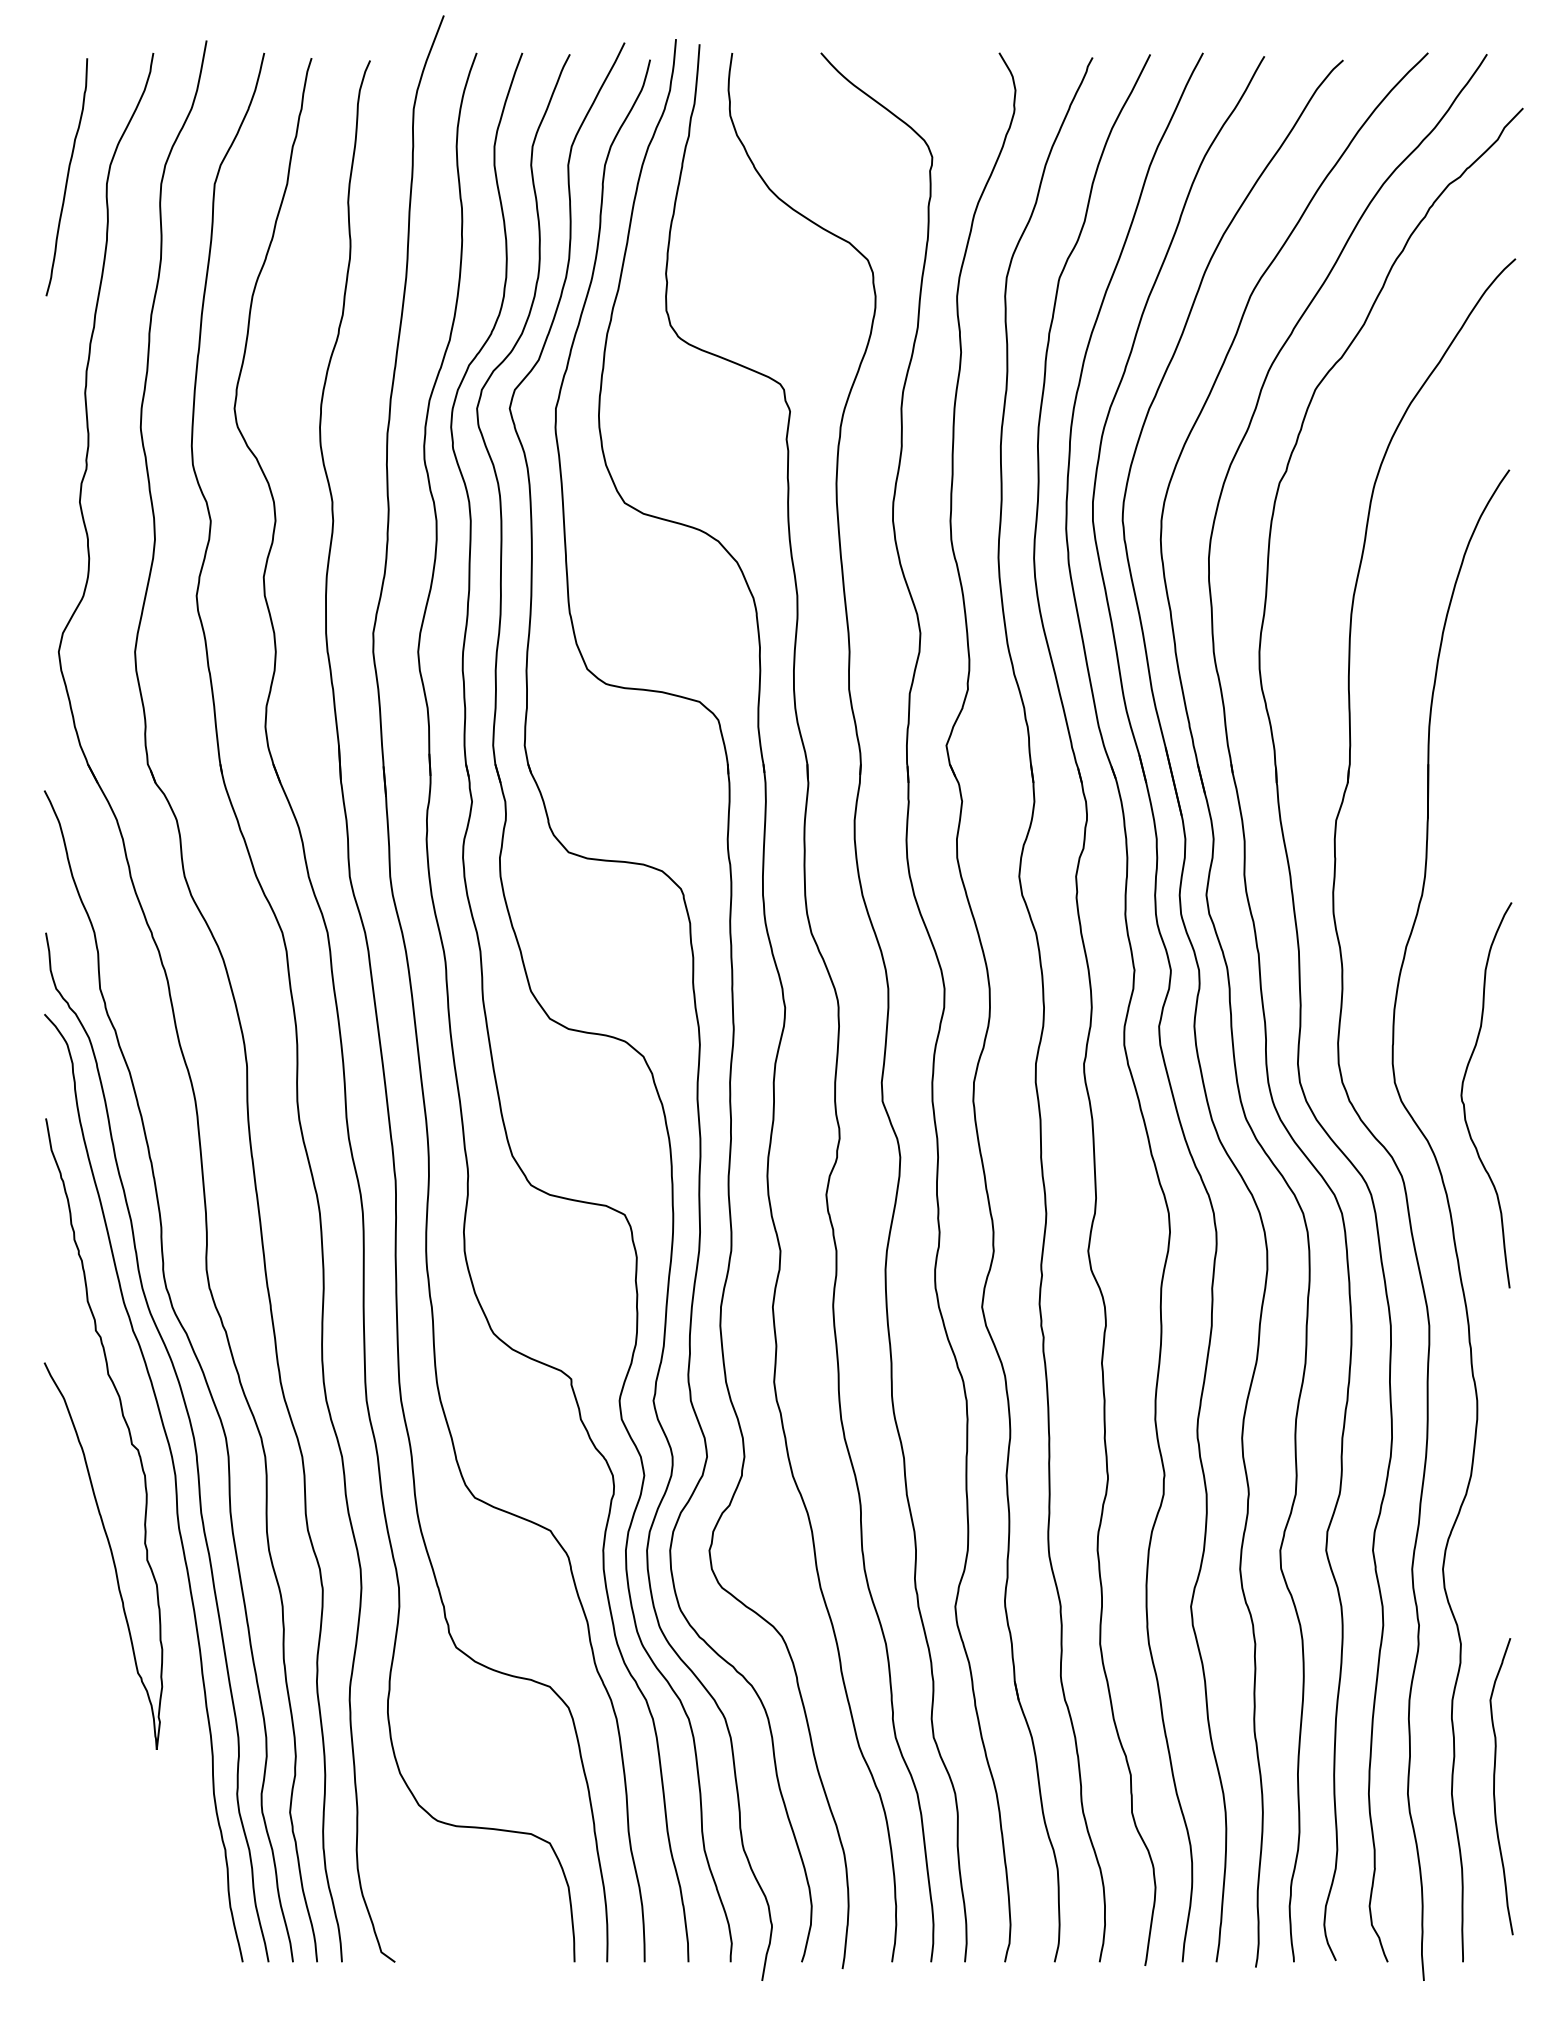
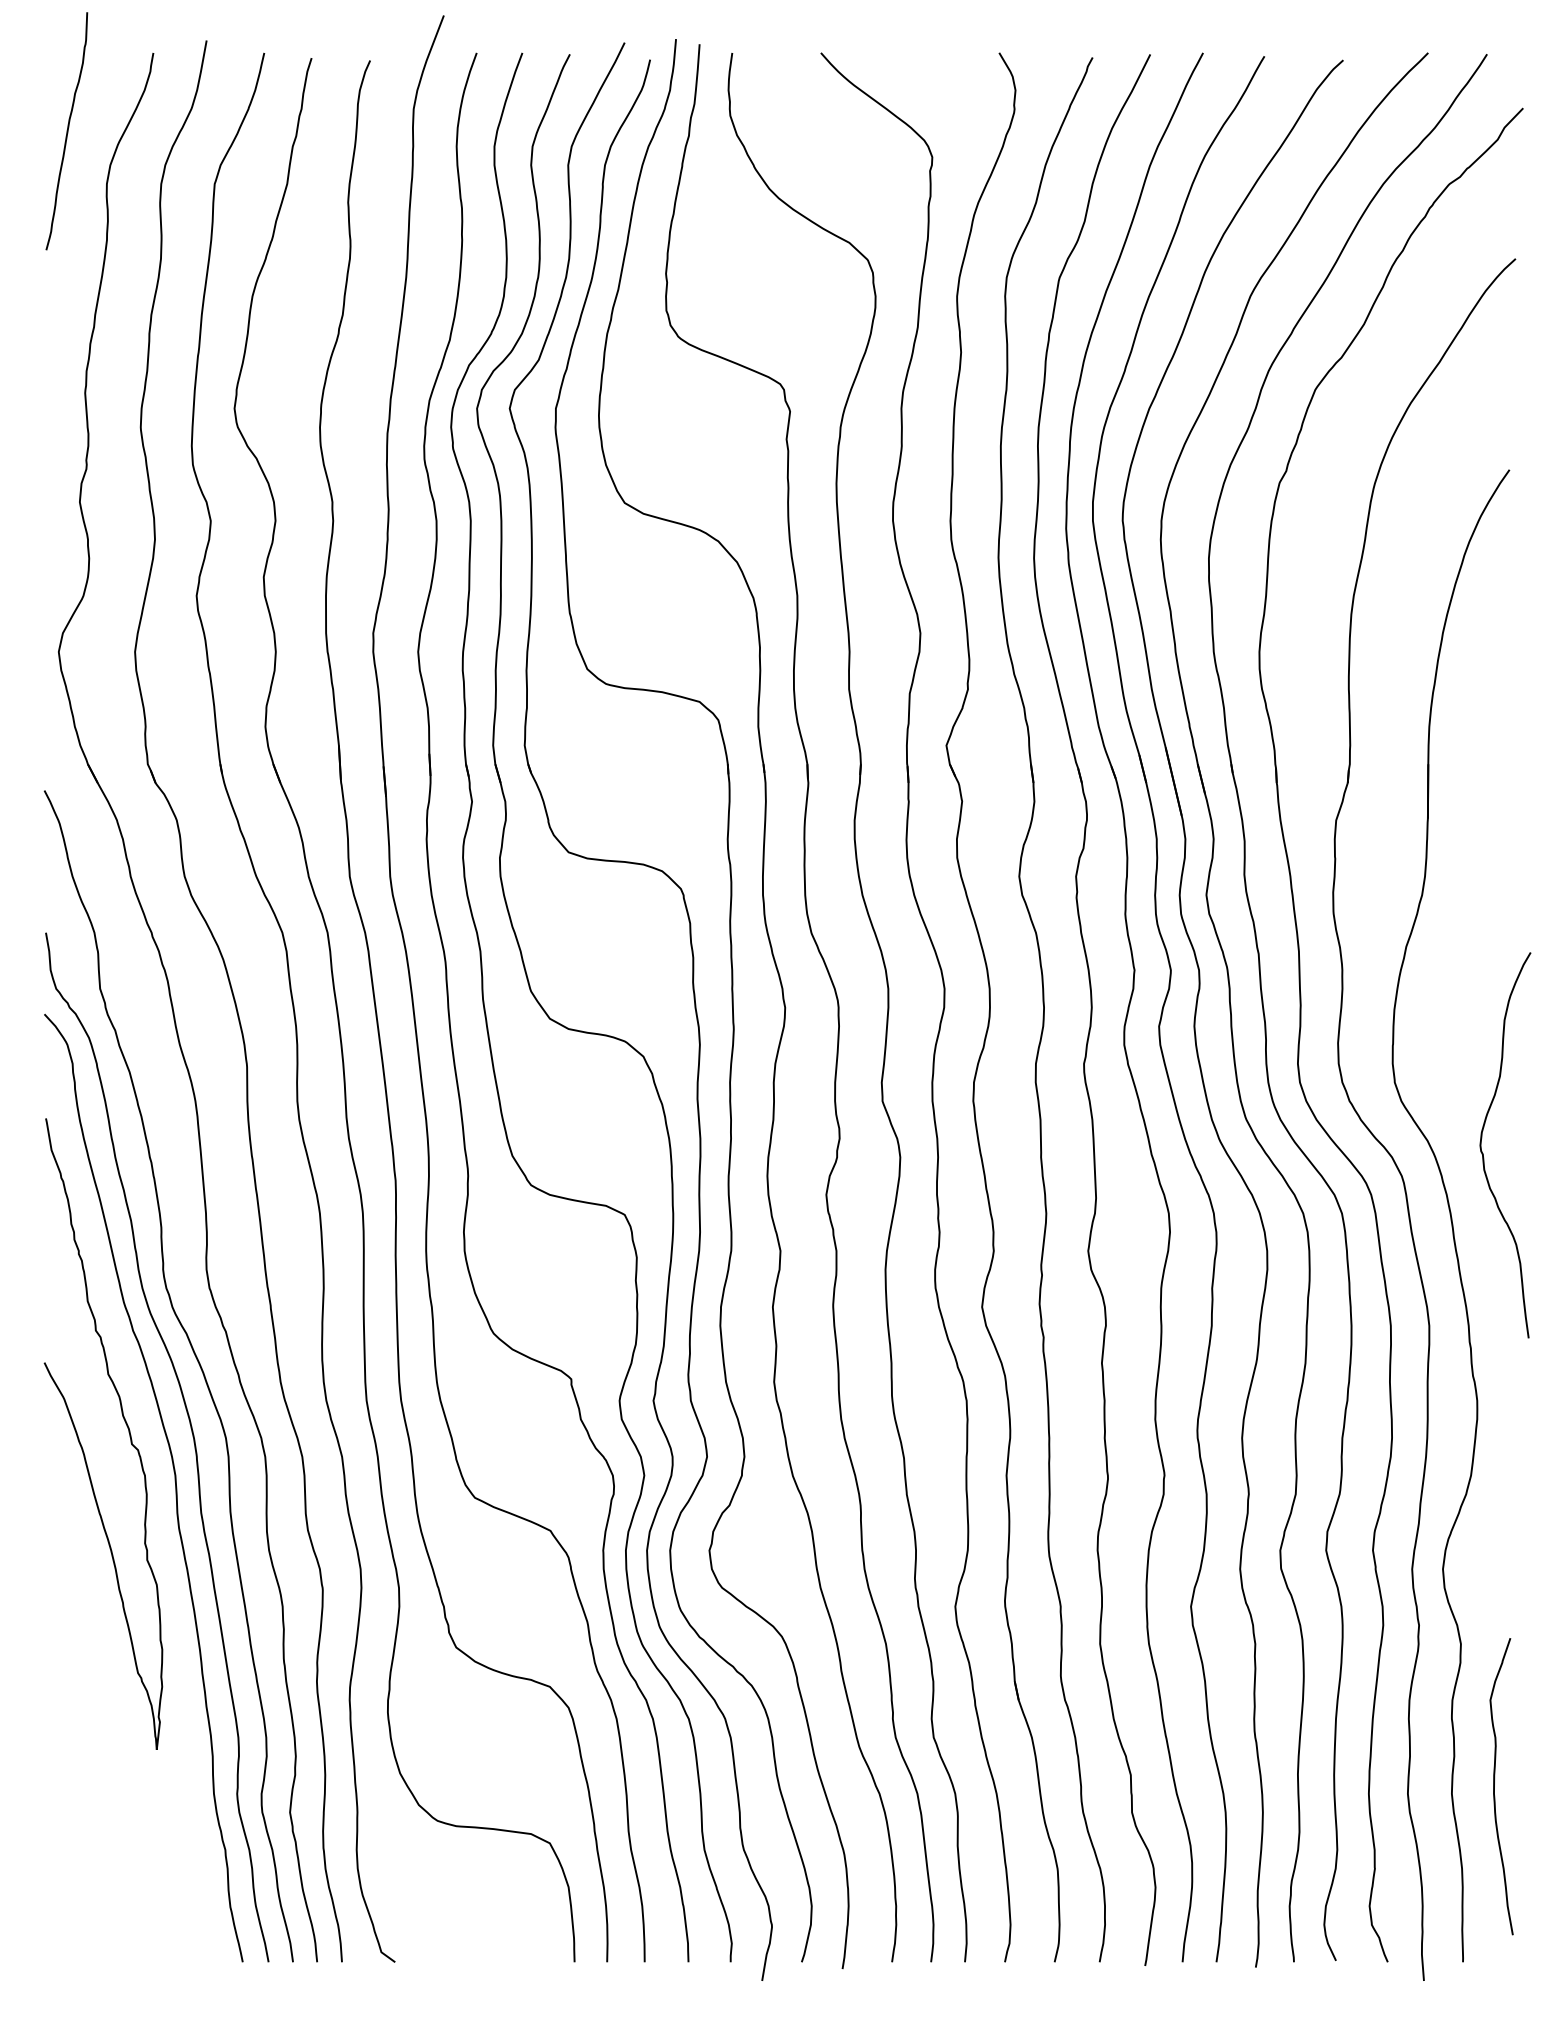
curve at (66, 177) position: (66, 177) -> (66, 131)
curve at (1464, 1103) position: (1464, 1103) -> (1483, 1153)
